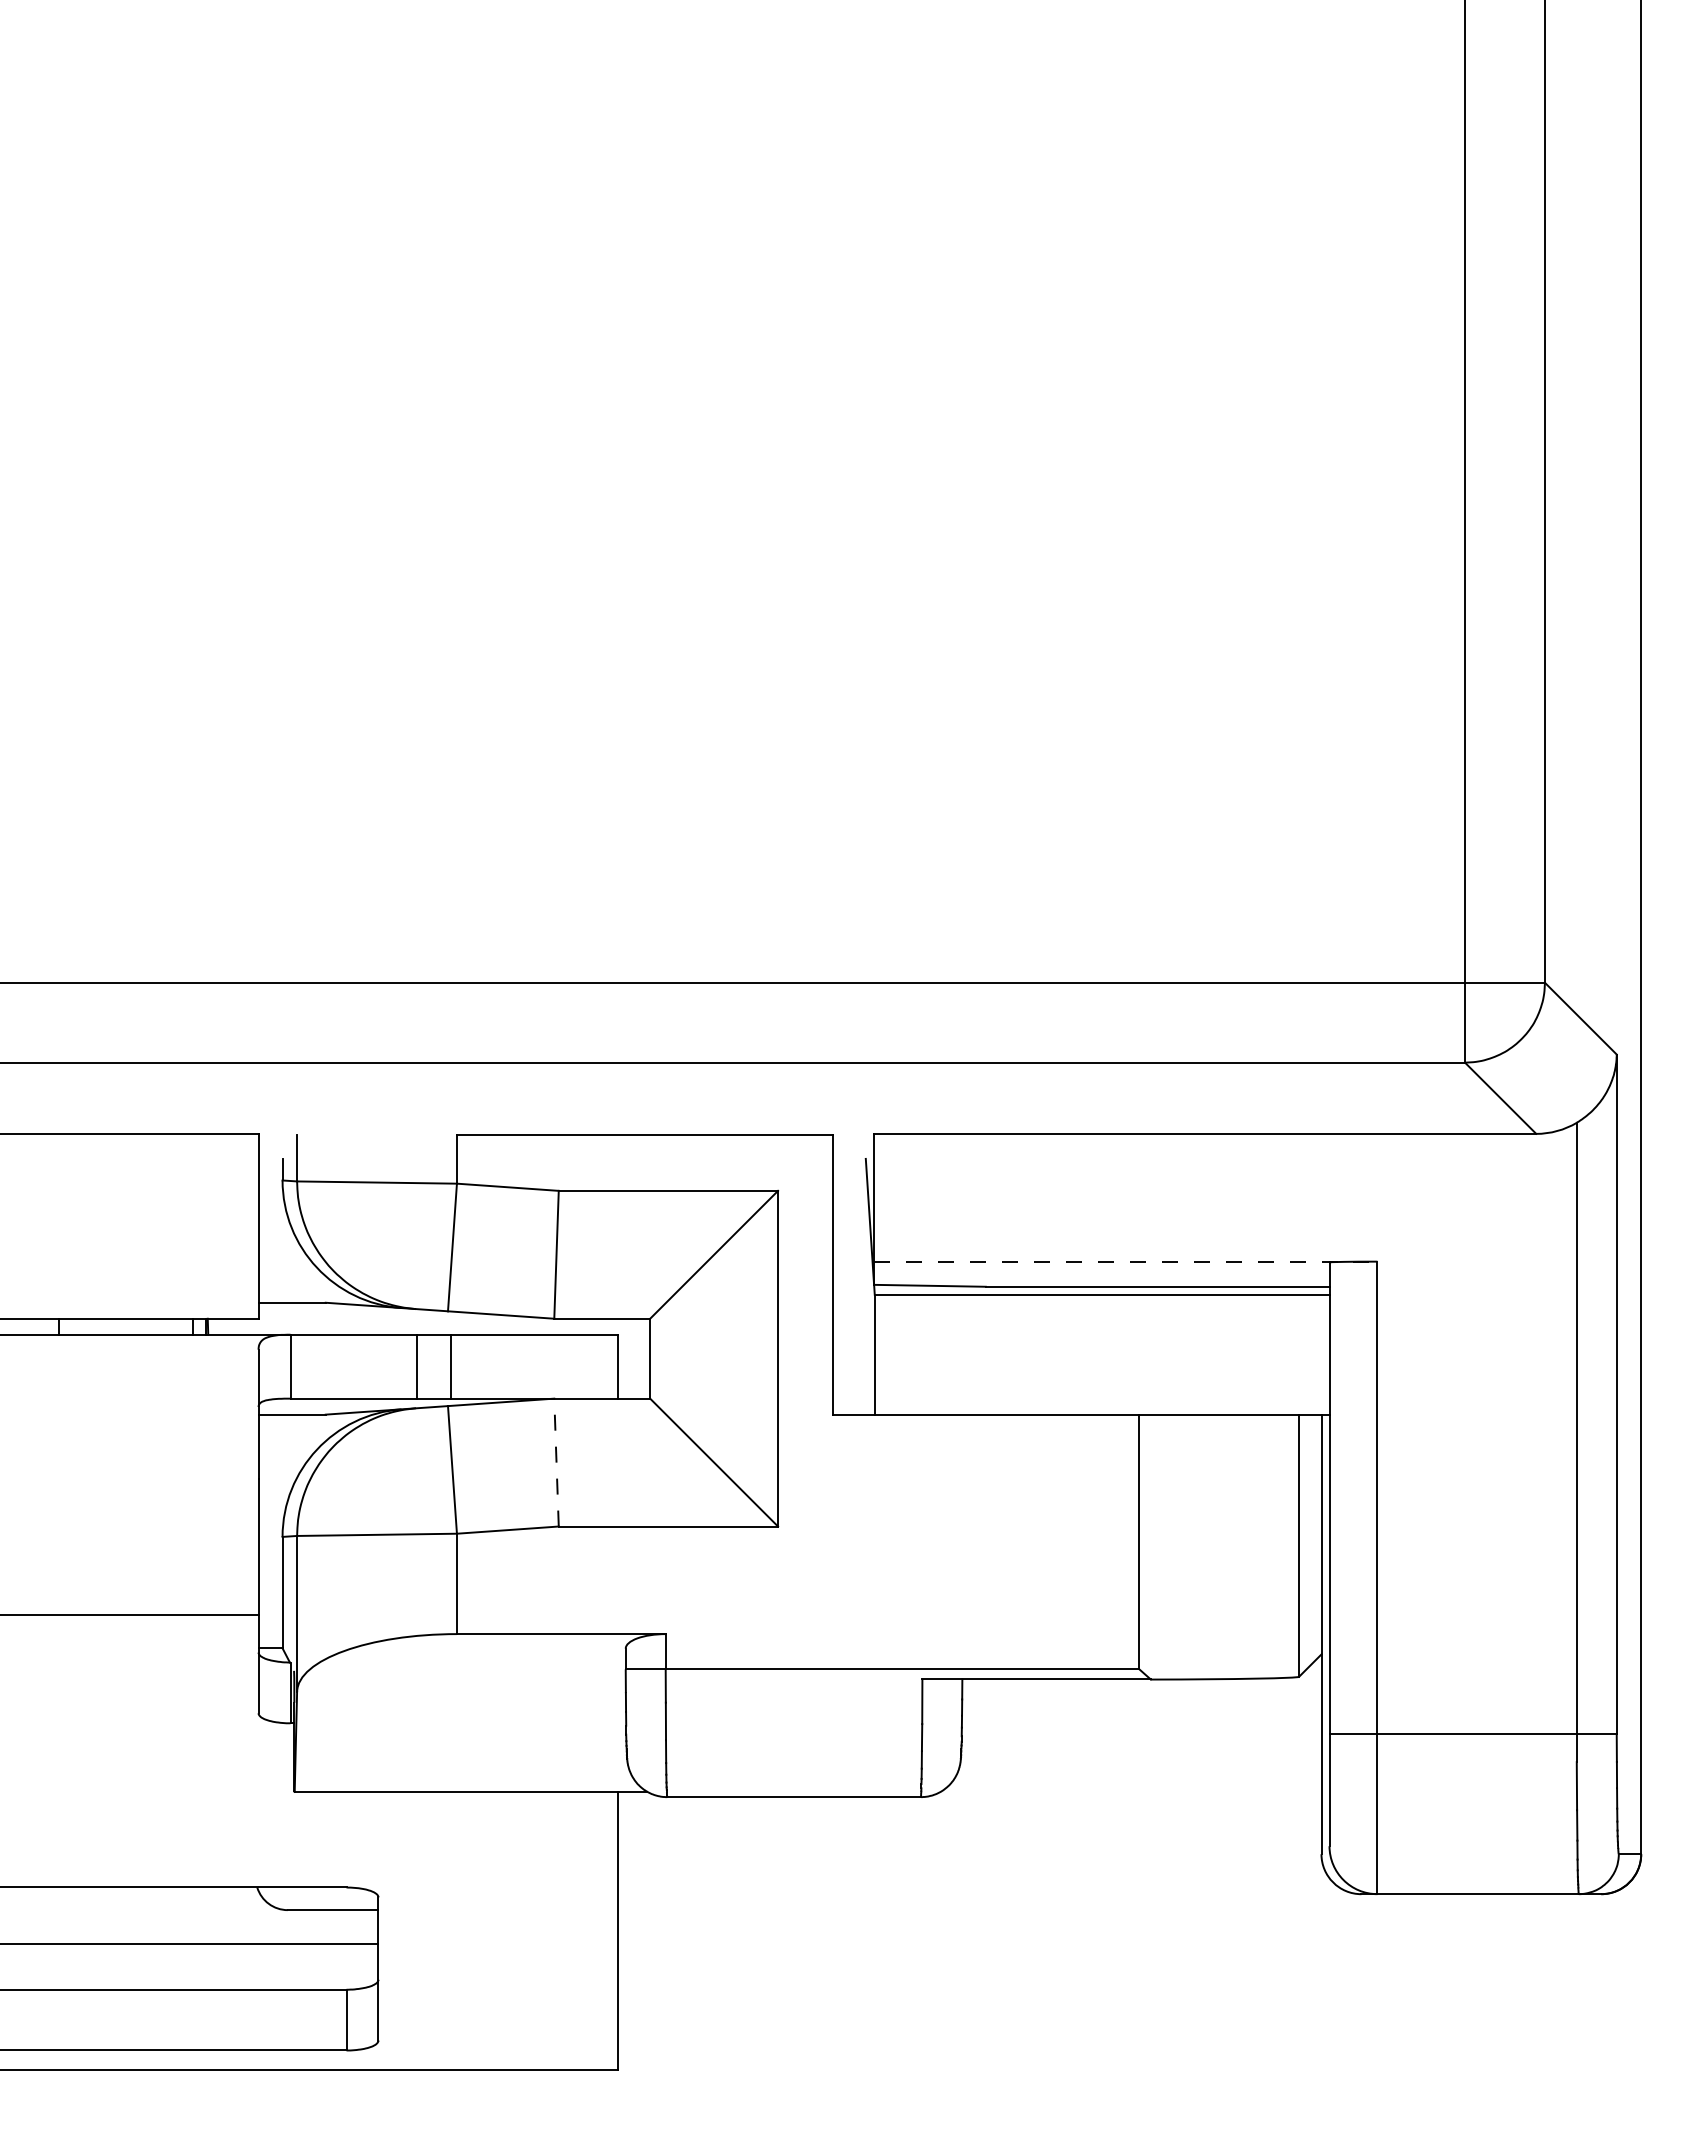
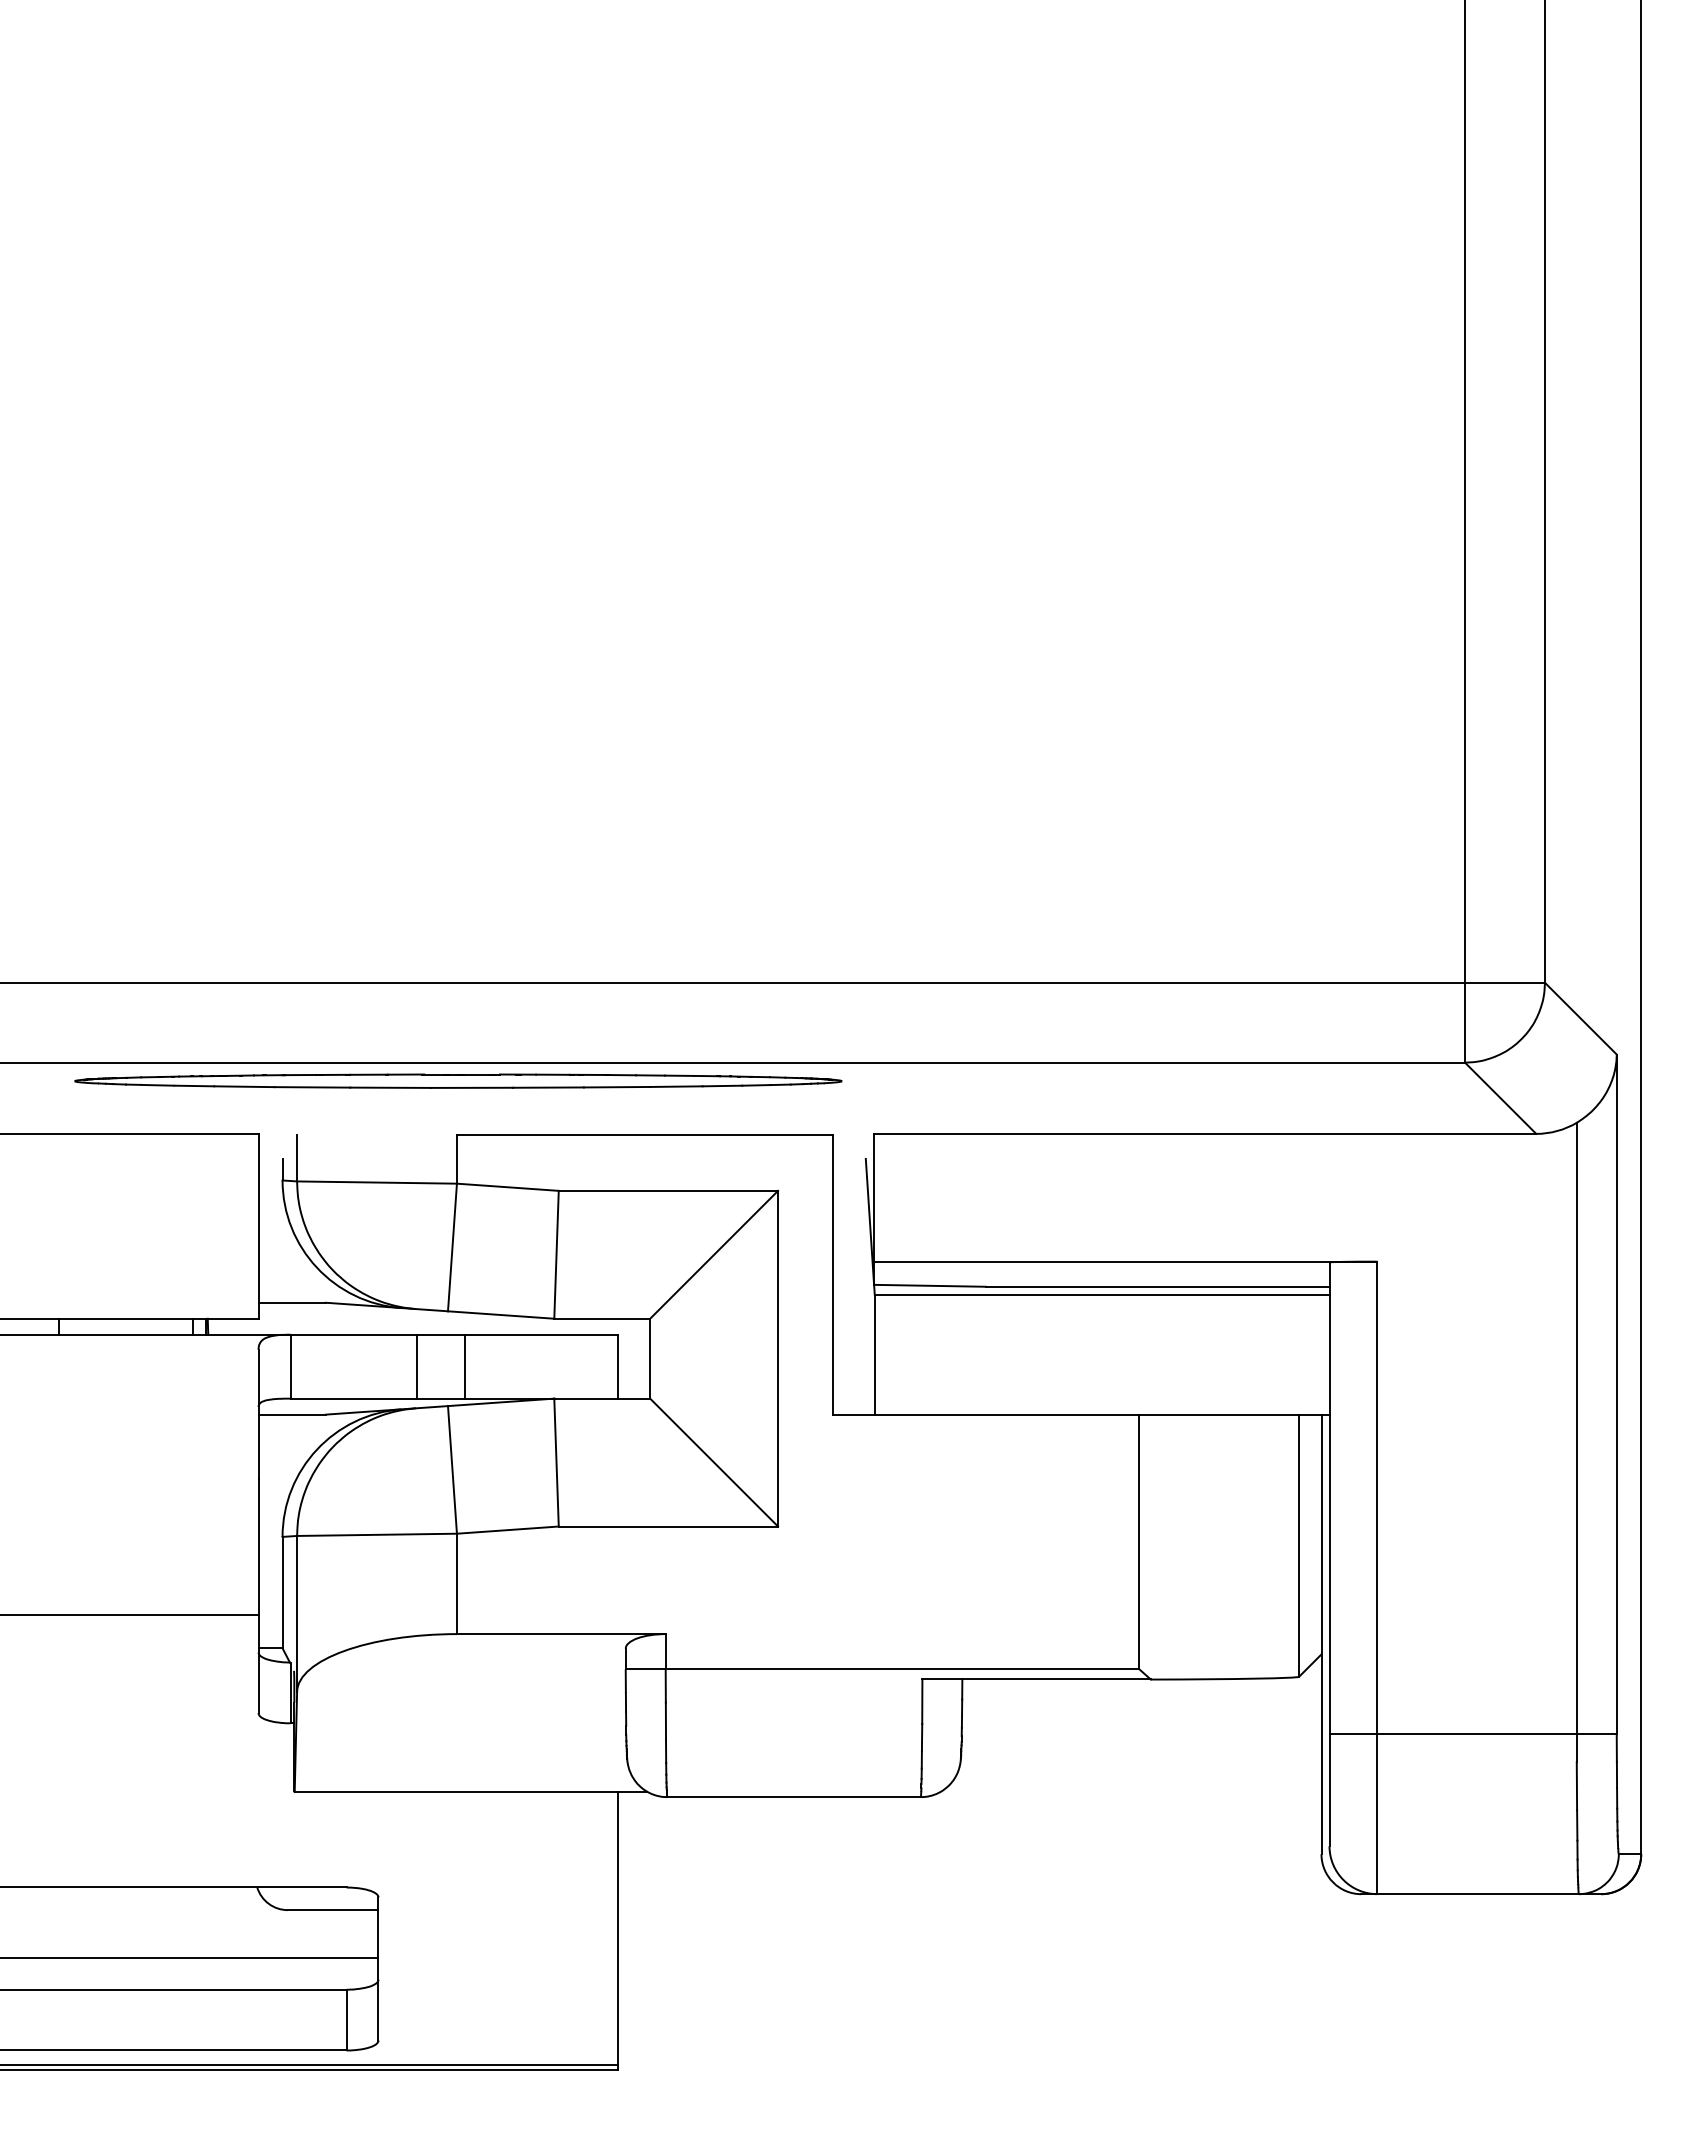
part at (458, 1080): none -> present
line at (1125, 1261): dashed -> solid
line at (451, 1366) position: (451, 1366) -> (465, 1366)
line at (556, 1462): dashed -> solid
line at (190, 1944) position: (190, 1944) -> (190, 1958)
line at (310, 2064): none -> present
